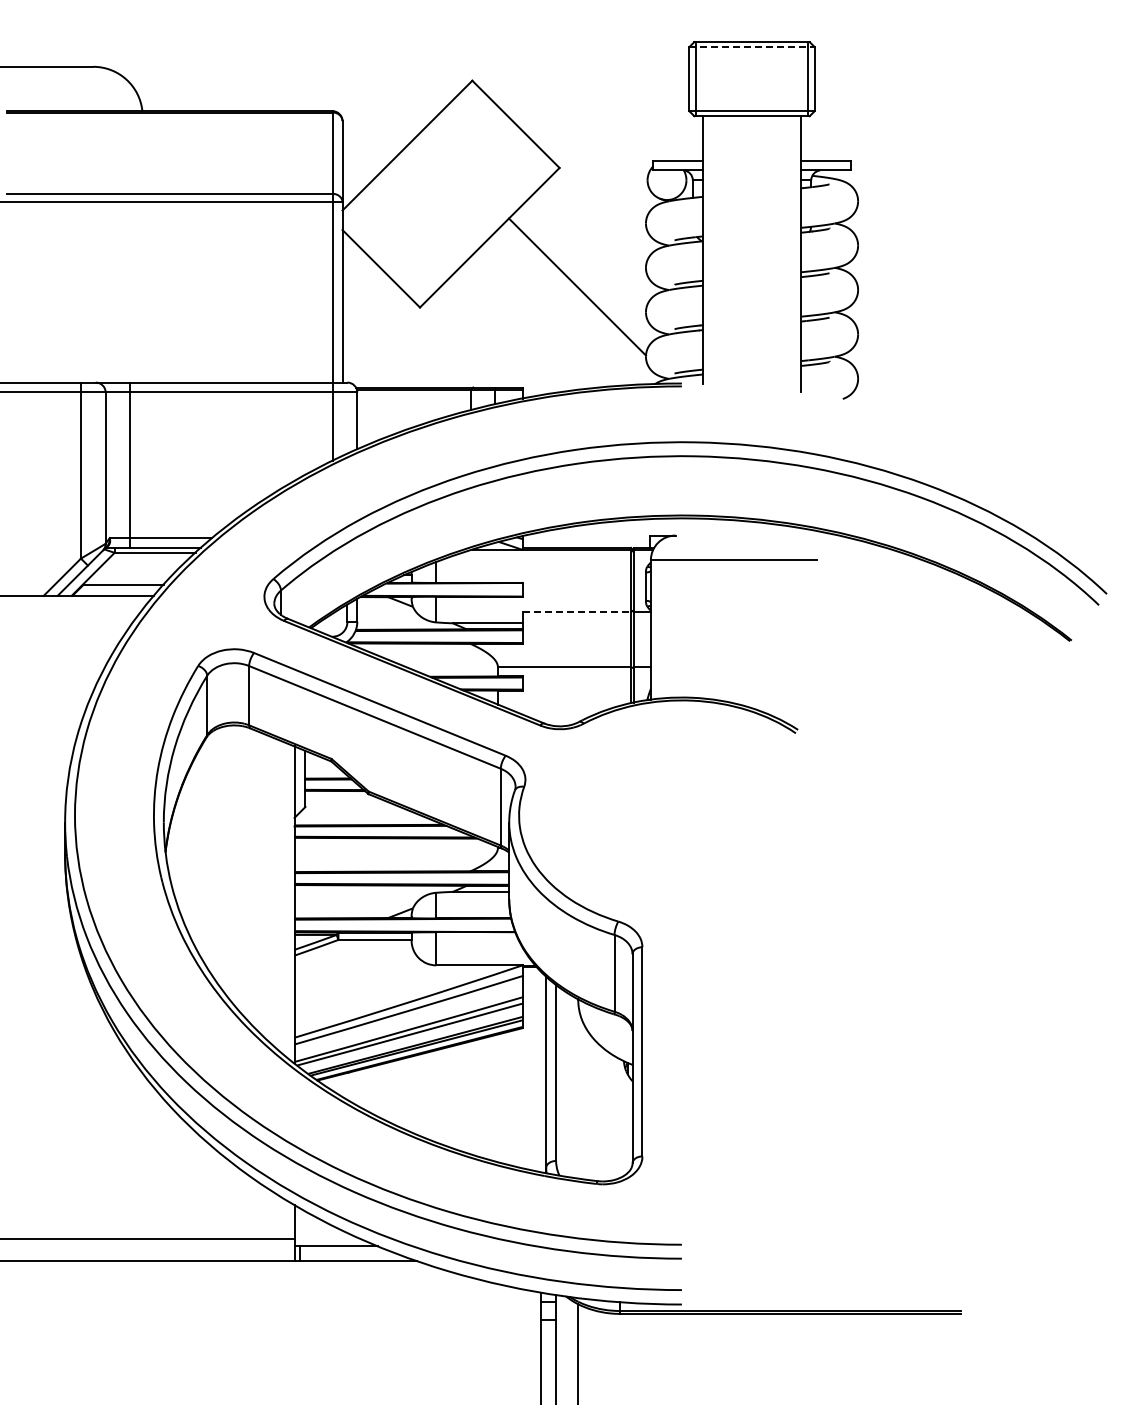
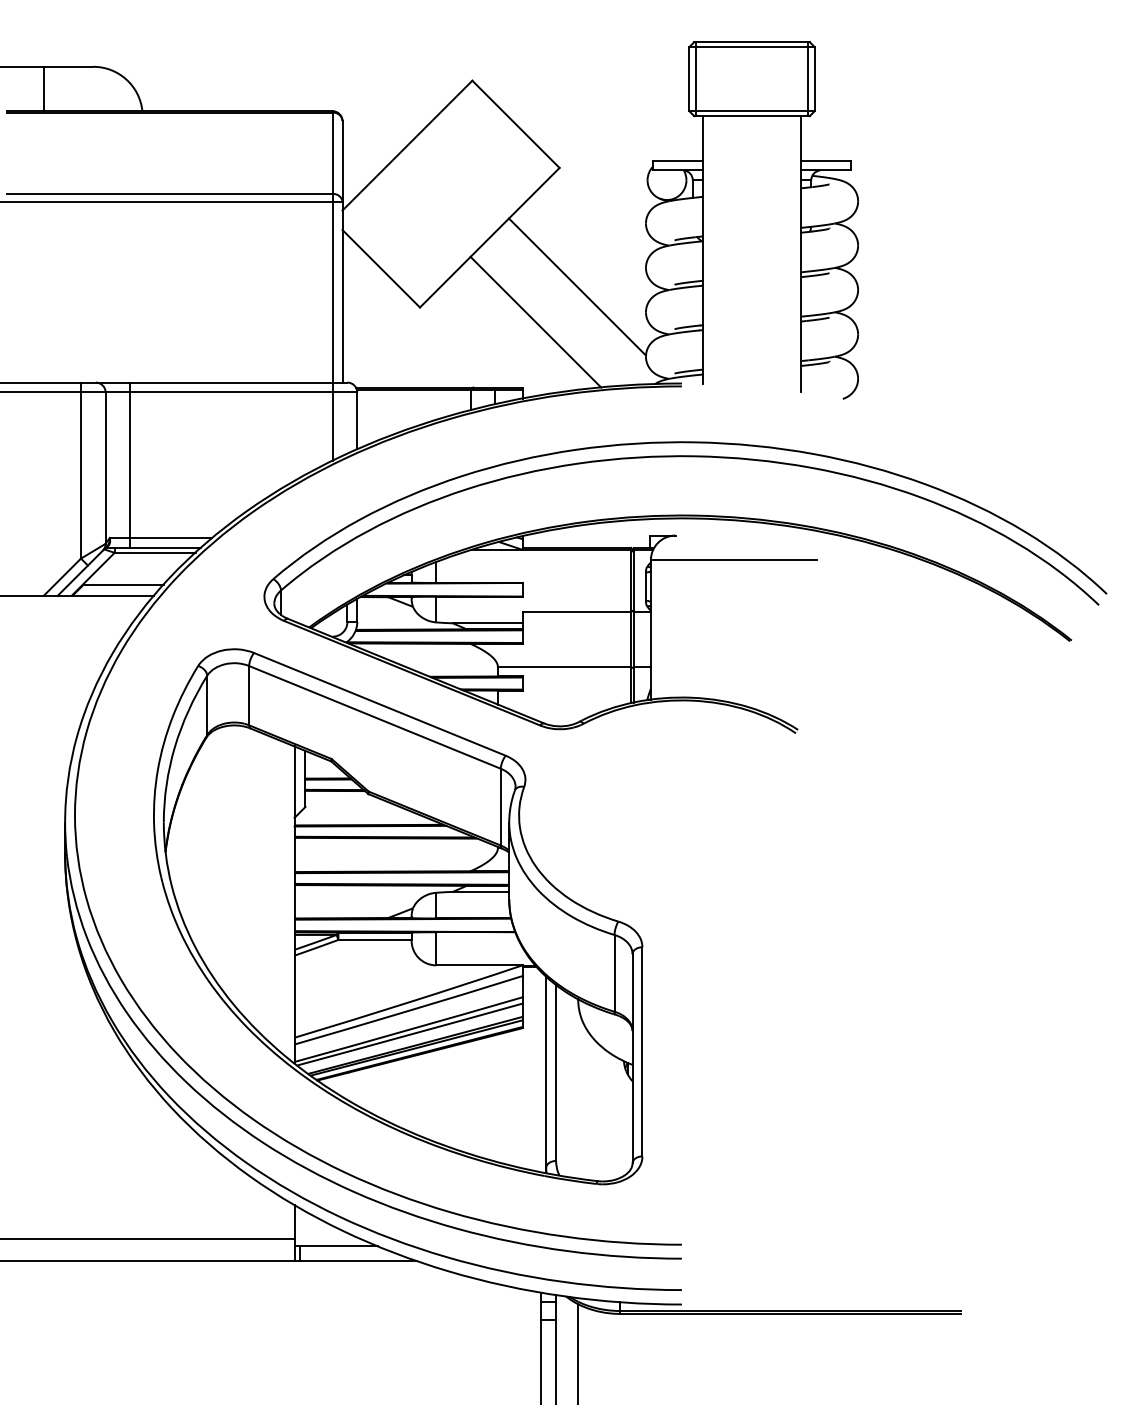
line at (752, 47): dashed -> solid
line at (43, 88): none -> present
line at (535, 321): none -> present
line at (577, 612): dashed -> solid
